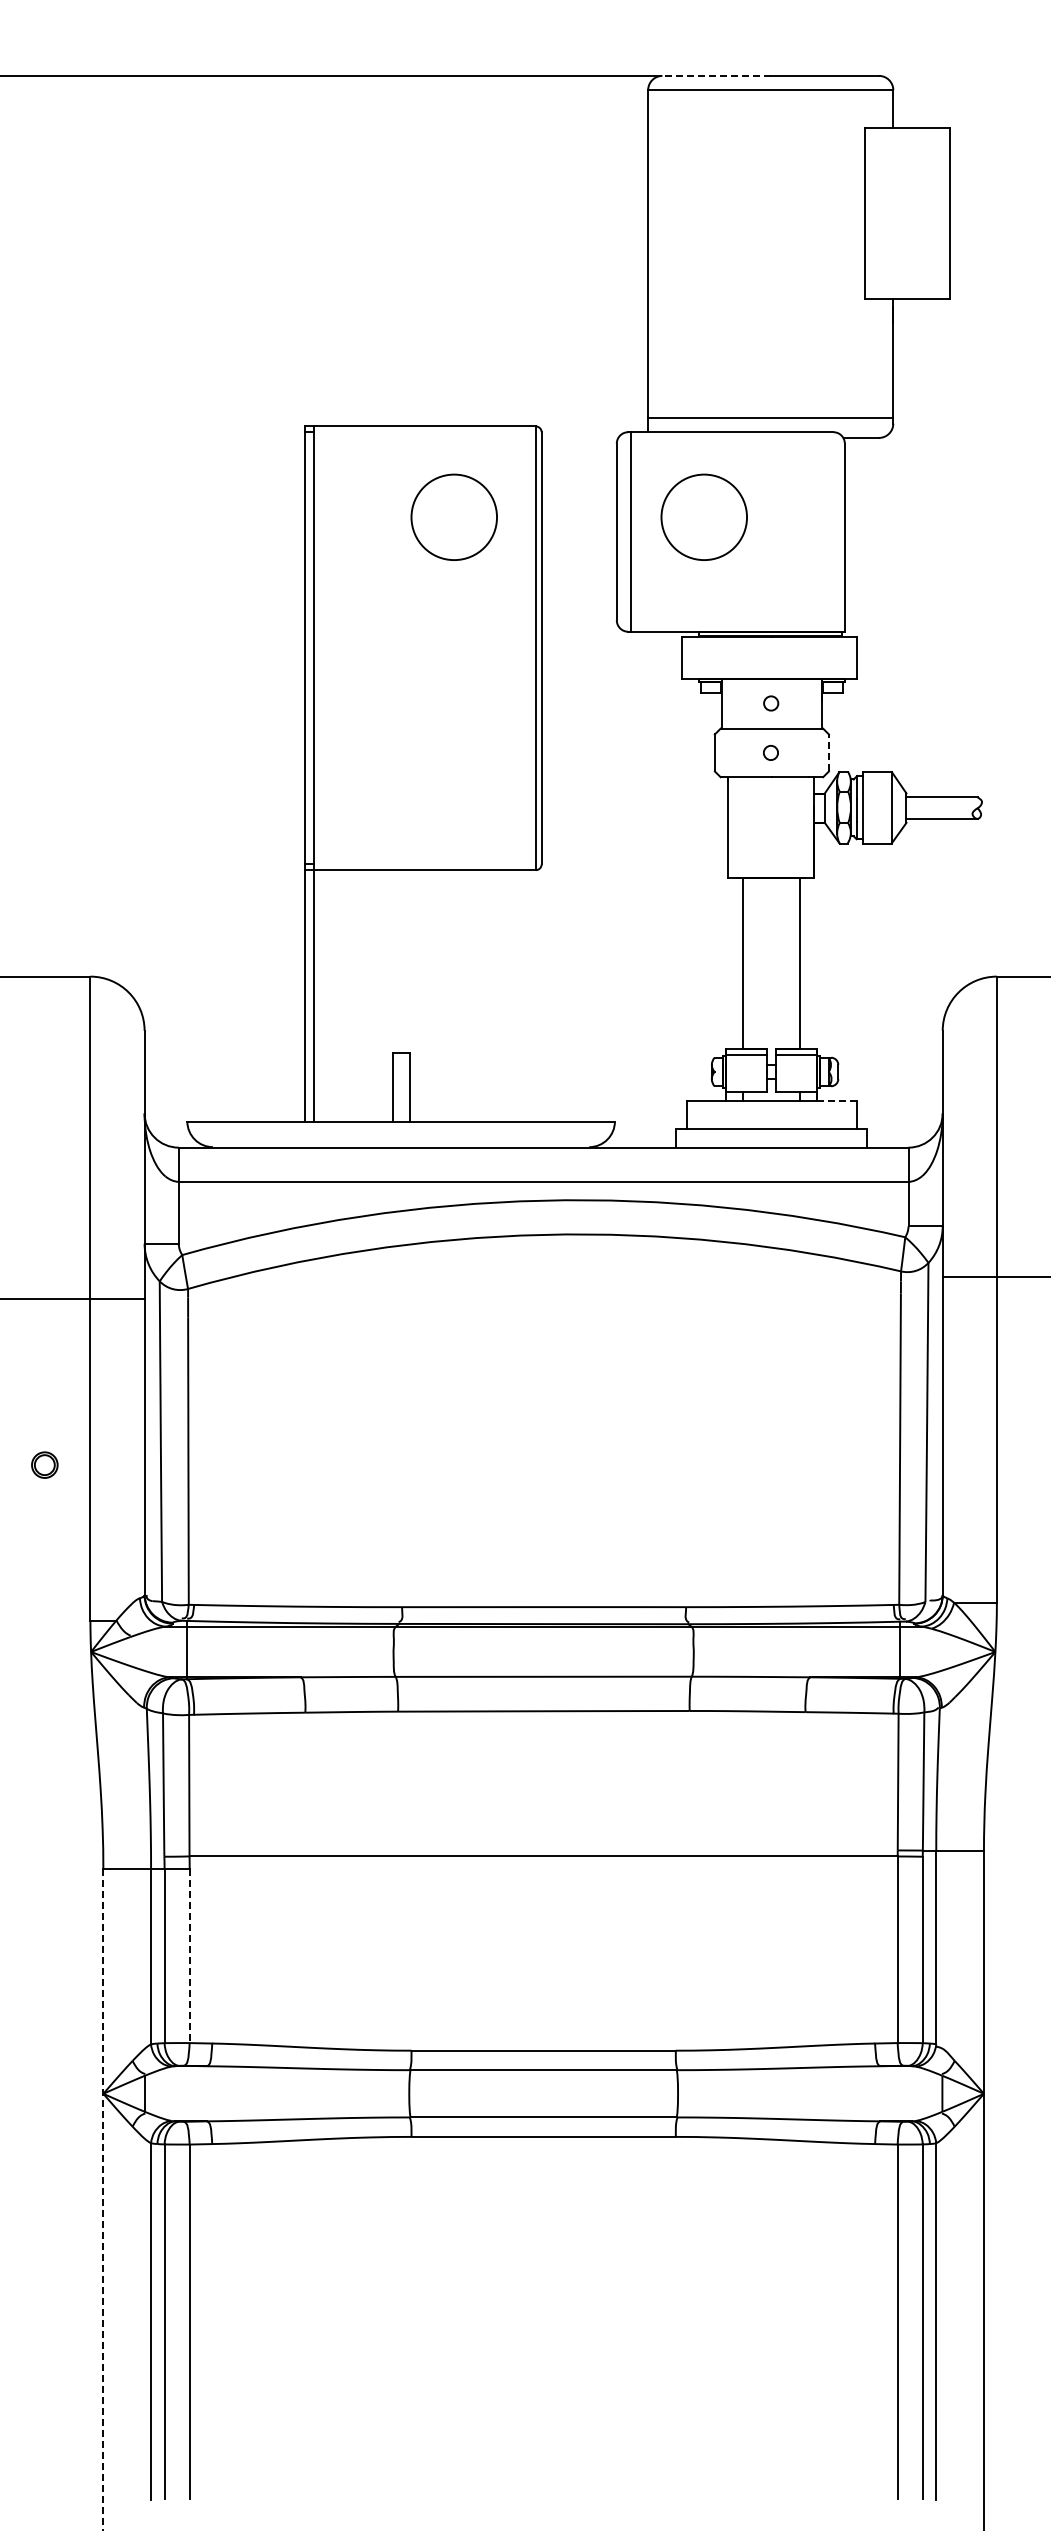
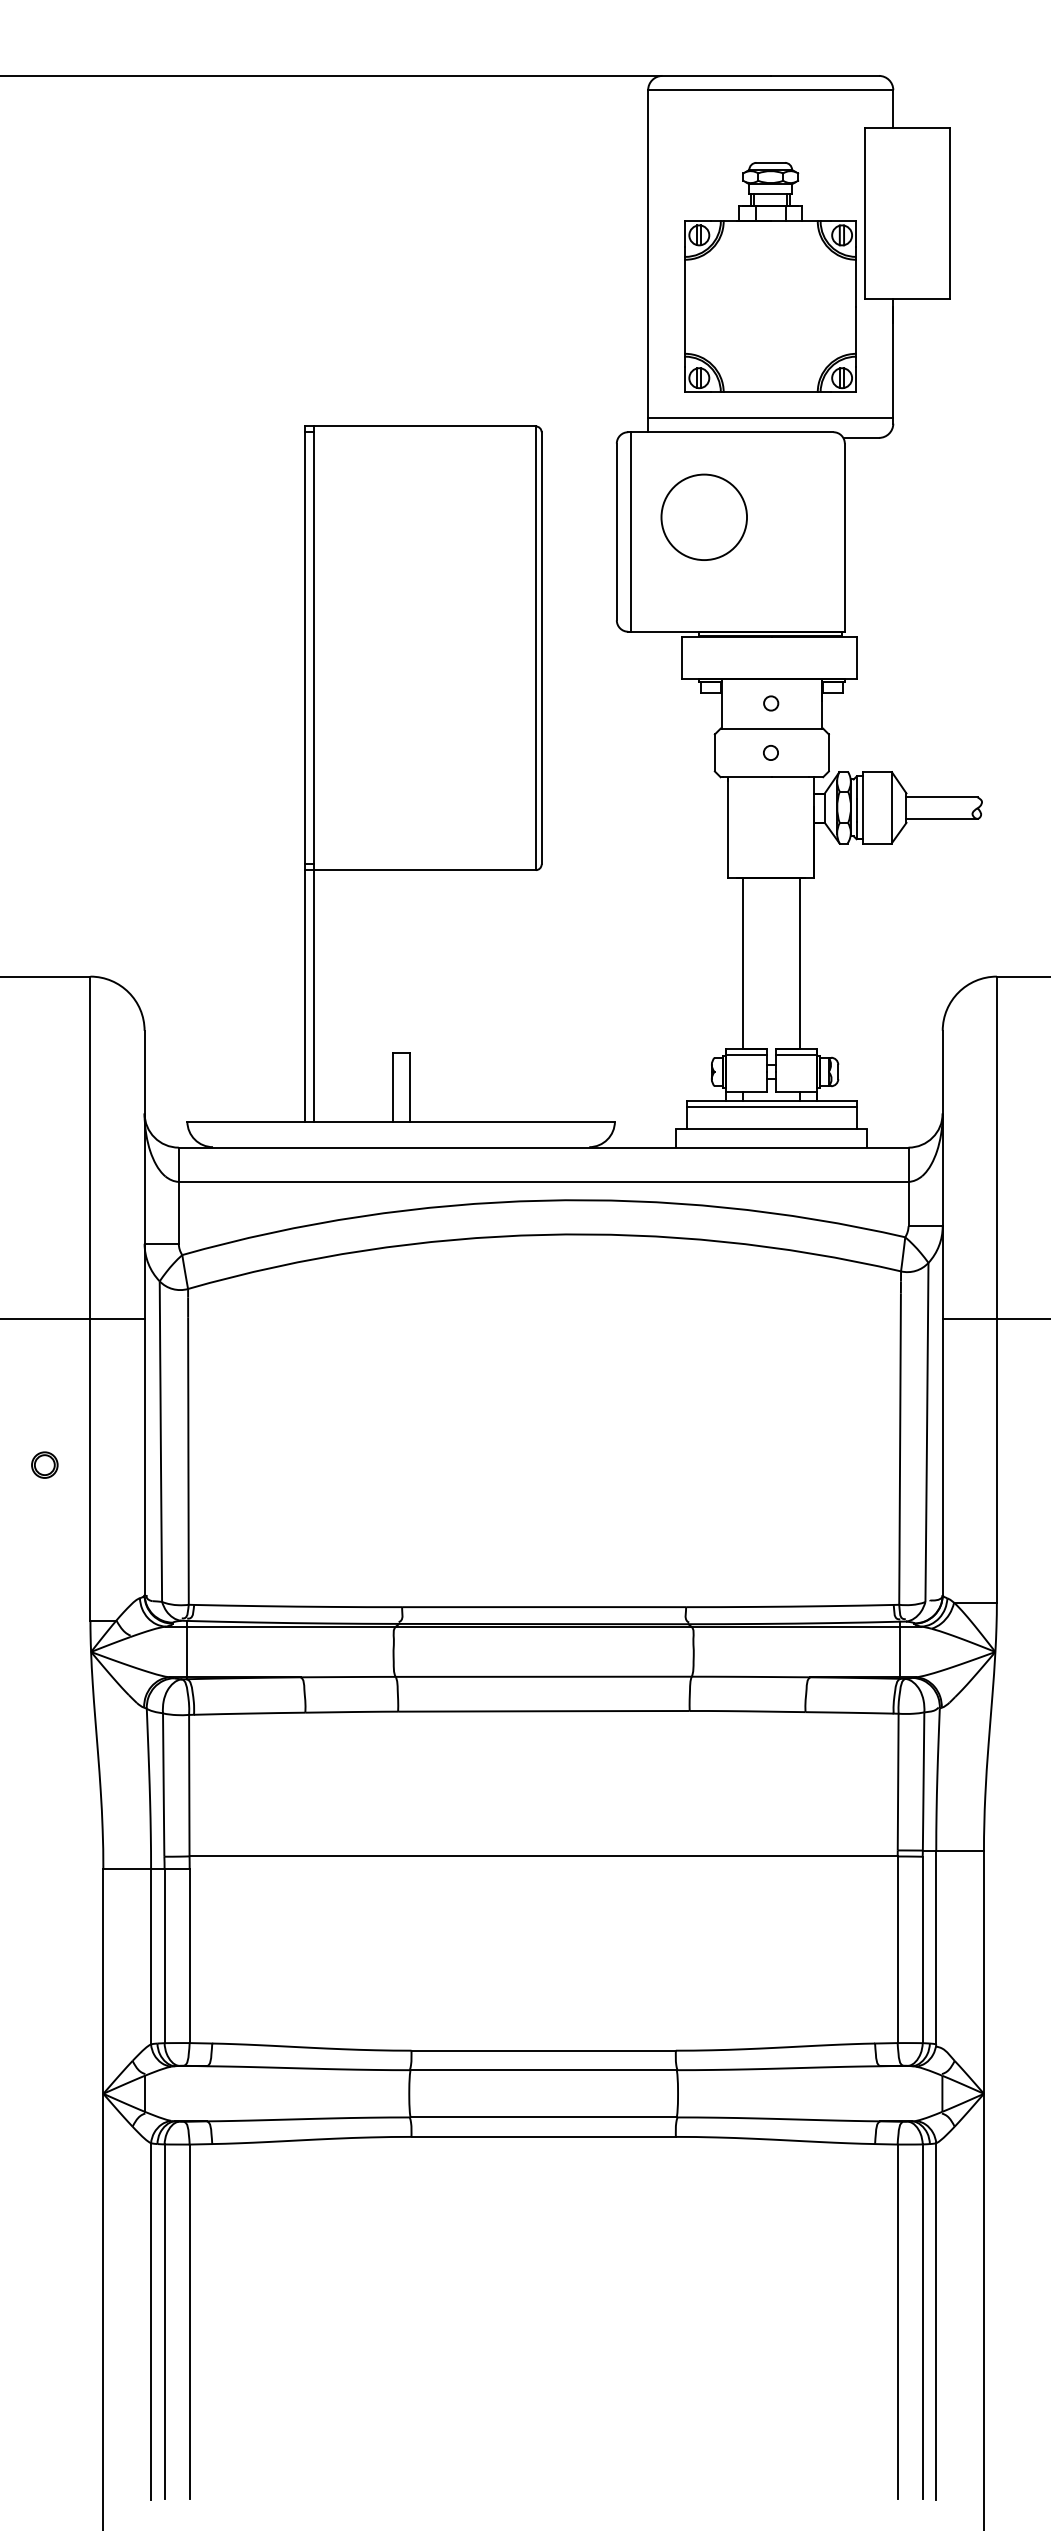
line at (716, 75): dashed -> solid
part at (770, 277): none -> present
circle at (453, 516): present -> none
line at (828, 752): dashed -> solid
line at (836, 1100): dashed -> solid
line at (771, 1107): none -> present
line at (994, 1276) position: (994, 1276) -> (994, 1318)
line at (73, 1298) position: (73, 1298) -> (73, 1318)
line at (189, 1956): dashed -> solid
line at (103, 2199): dashed -> solid
